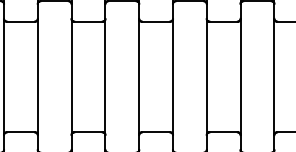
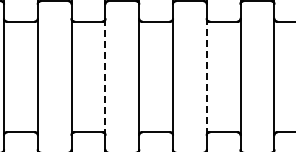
line at (206, 76): solid -> dashed
line at (105, 77): solid -> dashed
